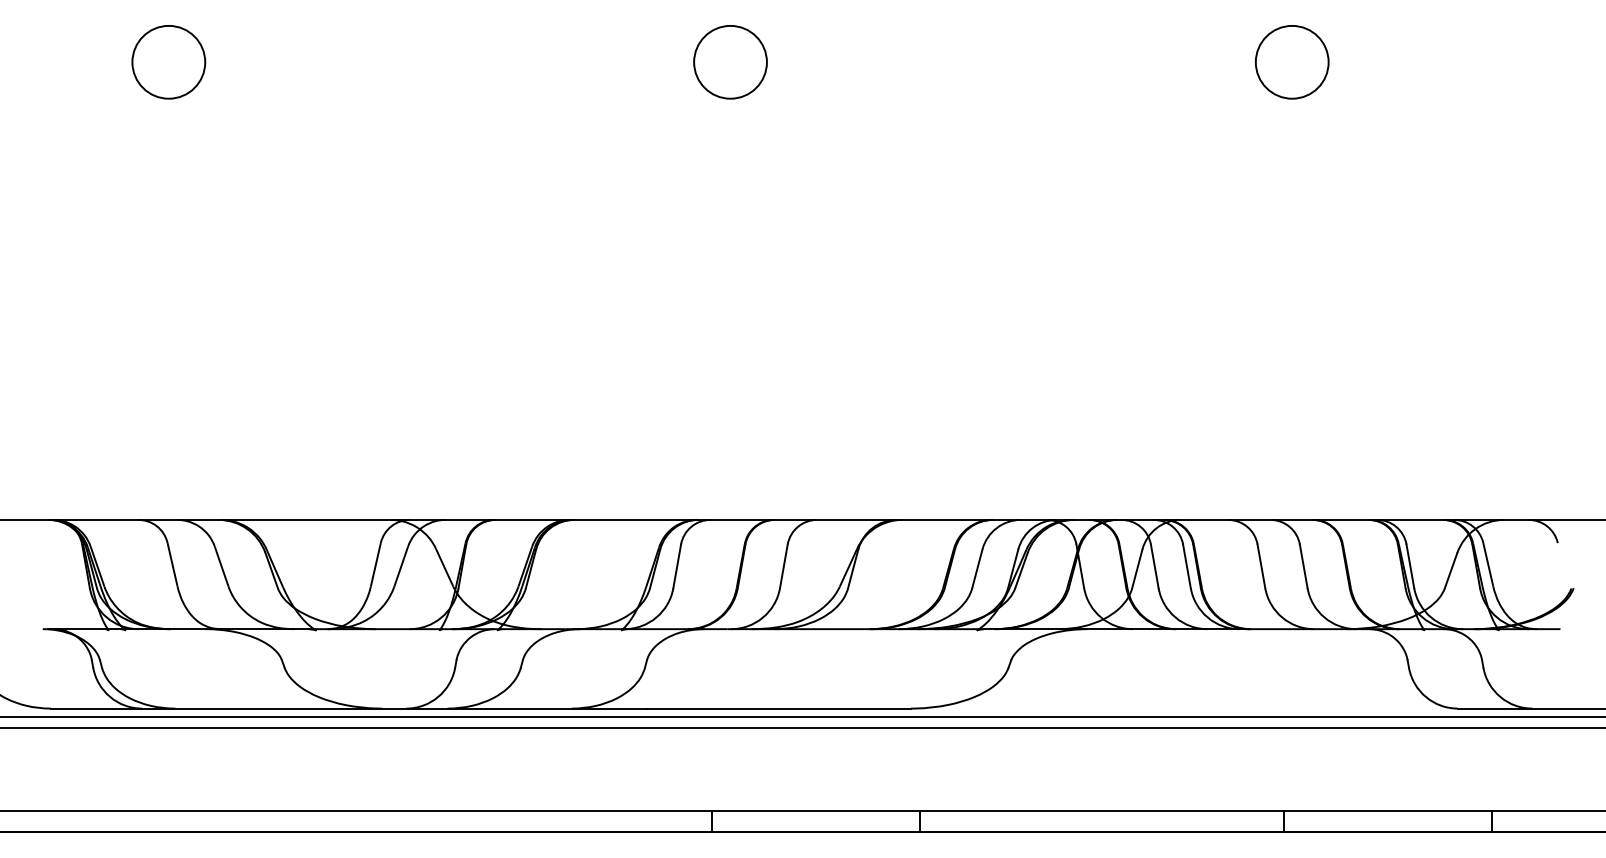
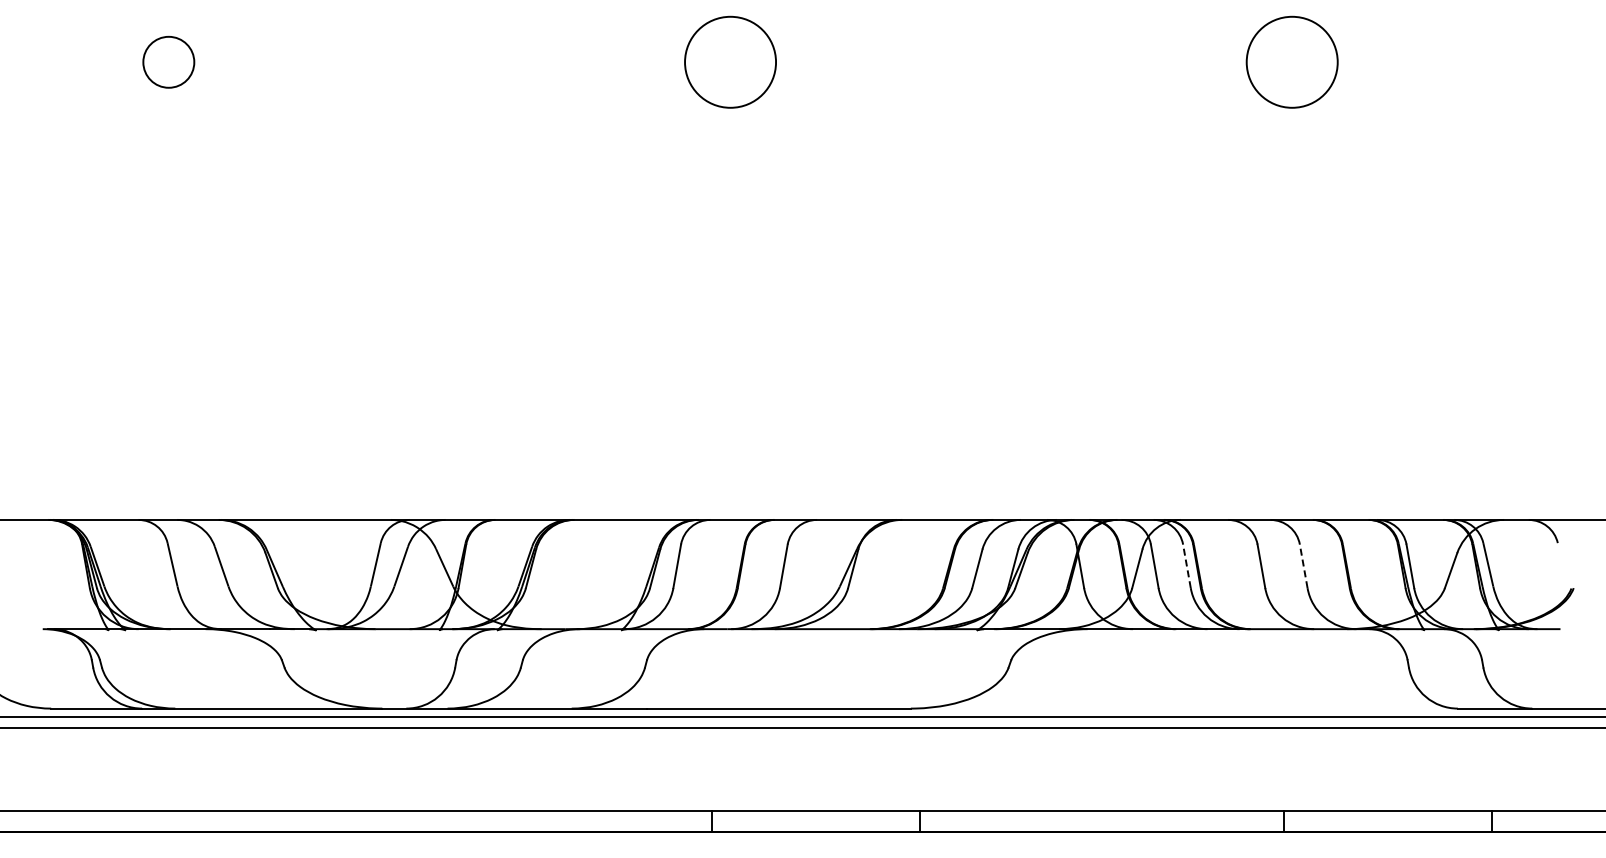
circle at (168, 61) diameter: 73 px -> 51 px
circle at (730, 61) diameter: 73 px -> 91 px
circle at (1291, 61) diameter: 73 px -> 91 px
line at (1186, 565): solid -> dashed
line at (1303, 565): solid -> dashed
